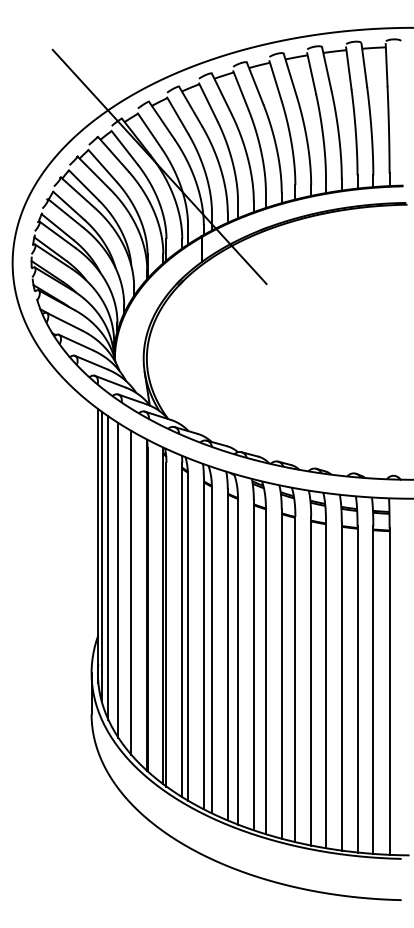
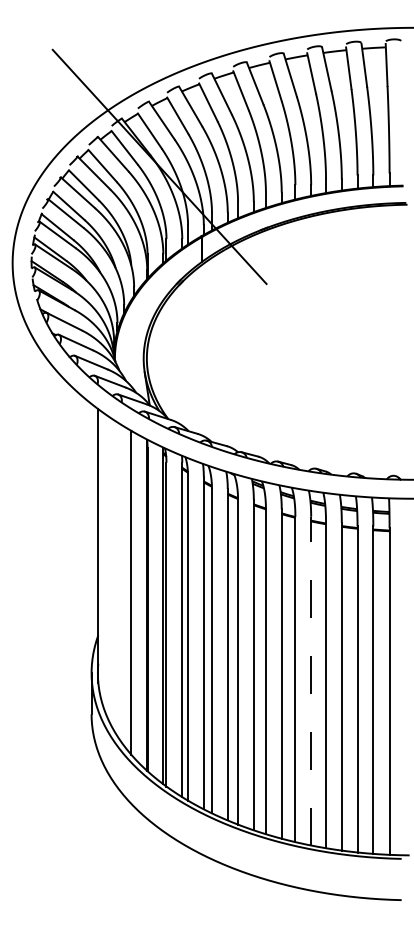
line at (101, 556): present -> none
line at (108, 567): present -> none
line at (118, 579): present -> none
line at (311, 680): solid -> dashed
